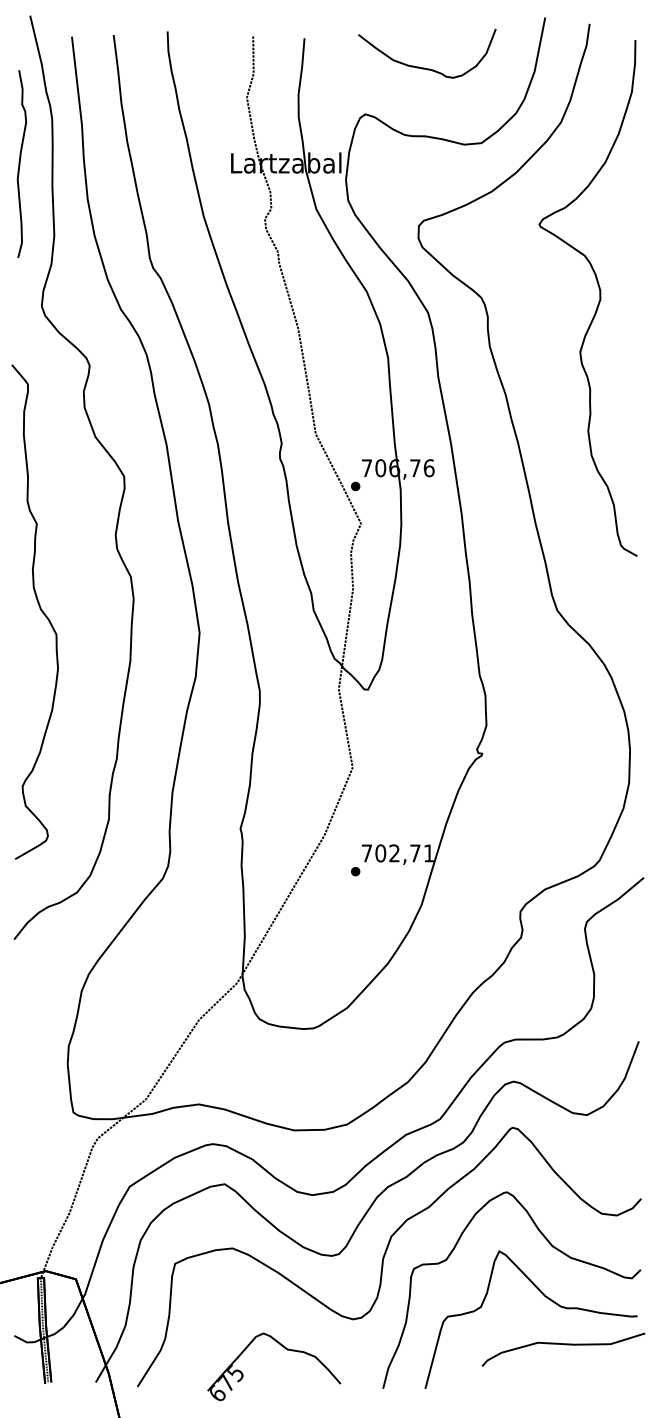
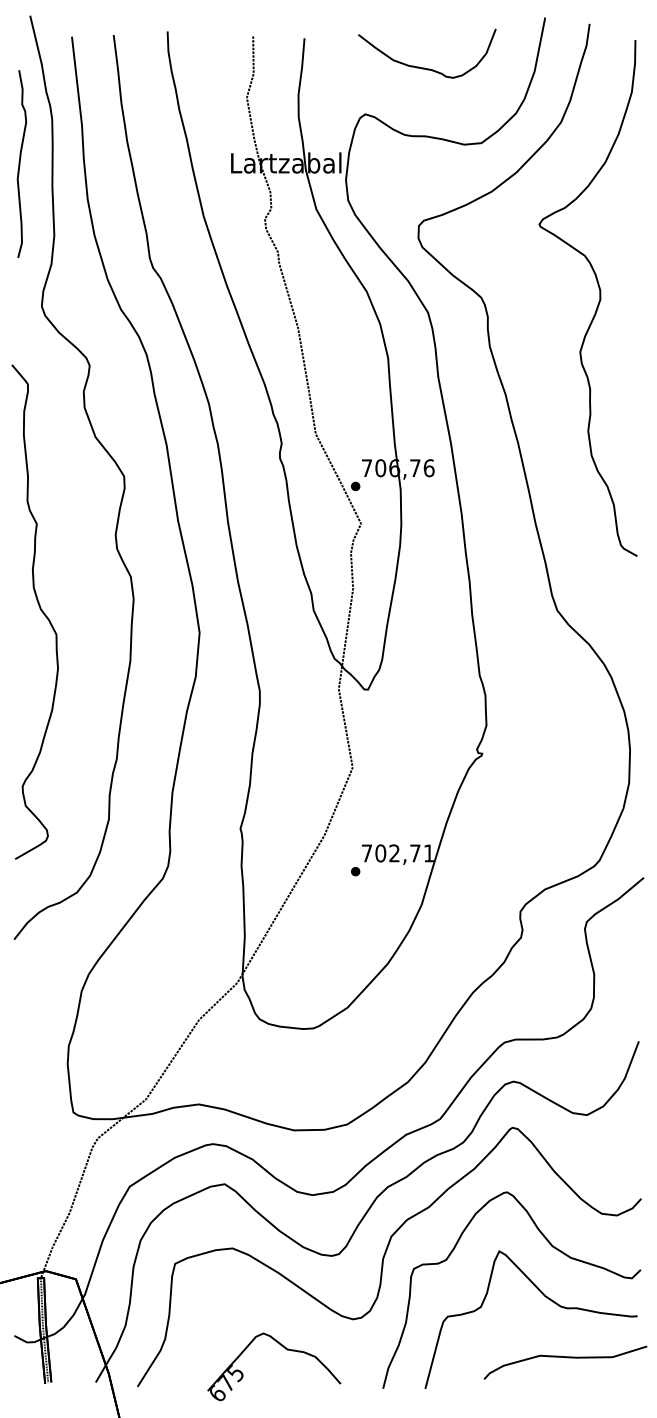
part at (563, 1349) position: (563, 1349) -> (565, 1362)
